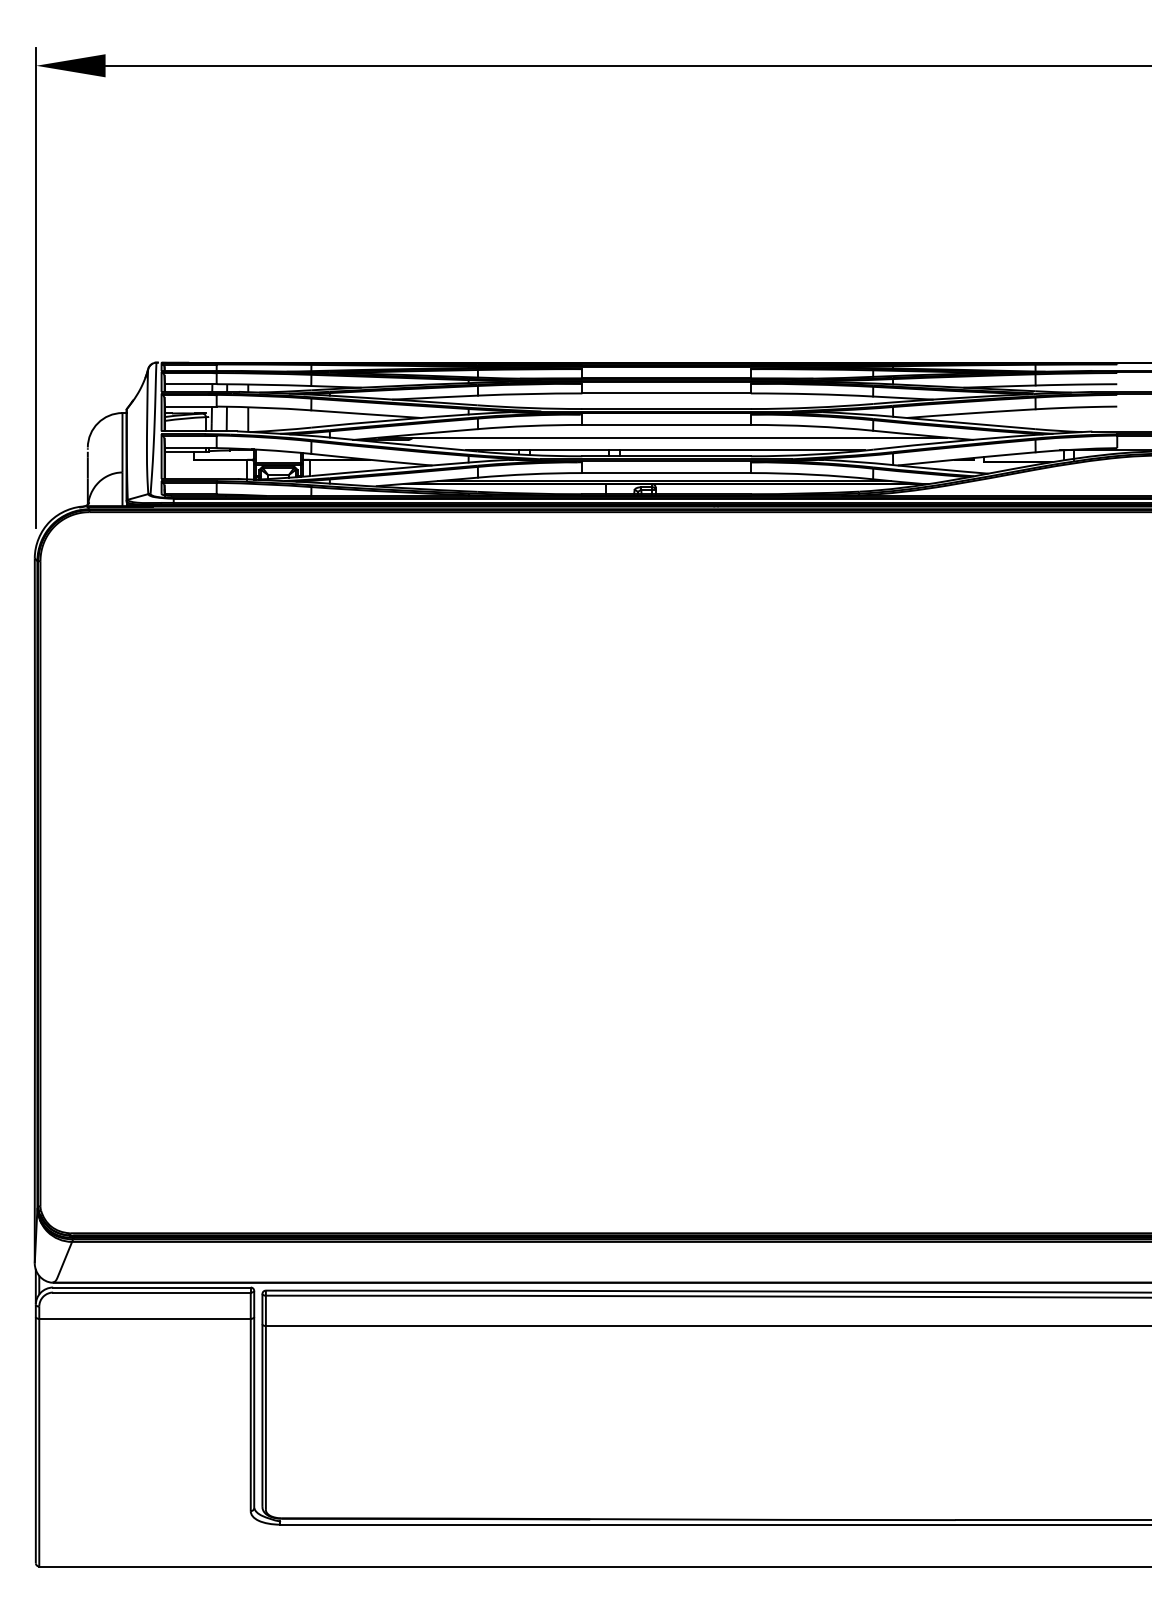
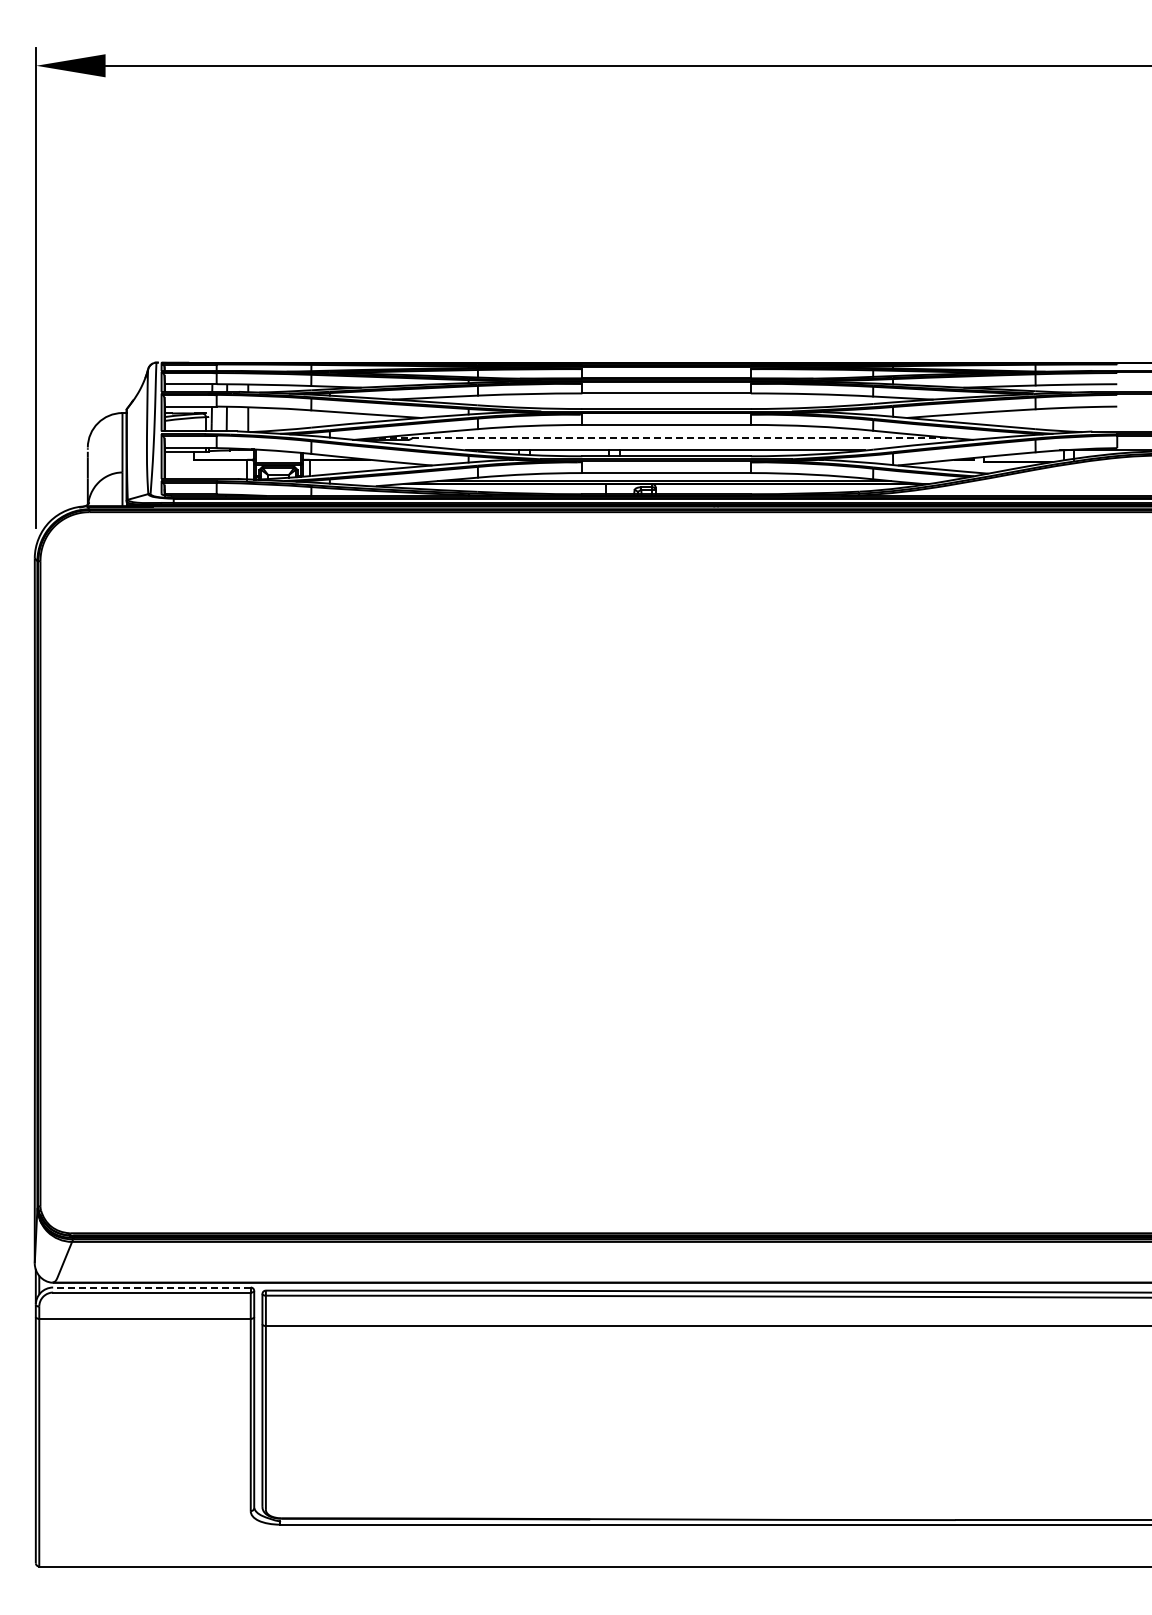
line at (663, 437): solid -> dashed
line at (151, 1287): solid -> dashed
